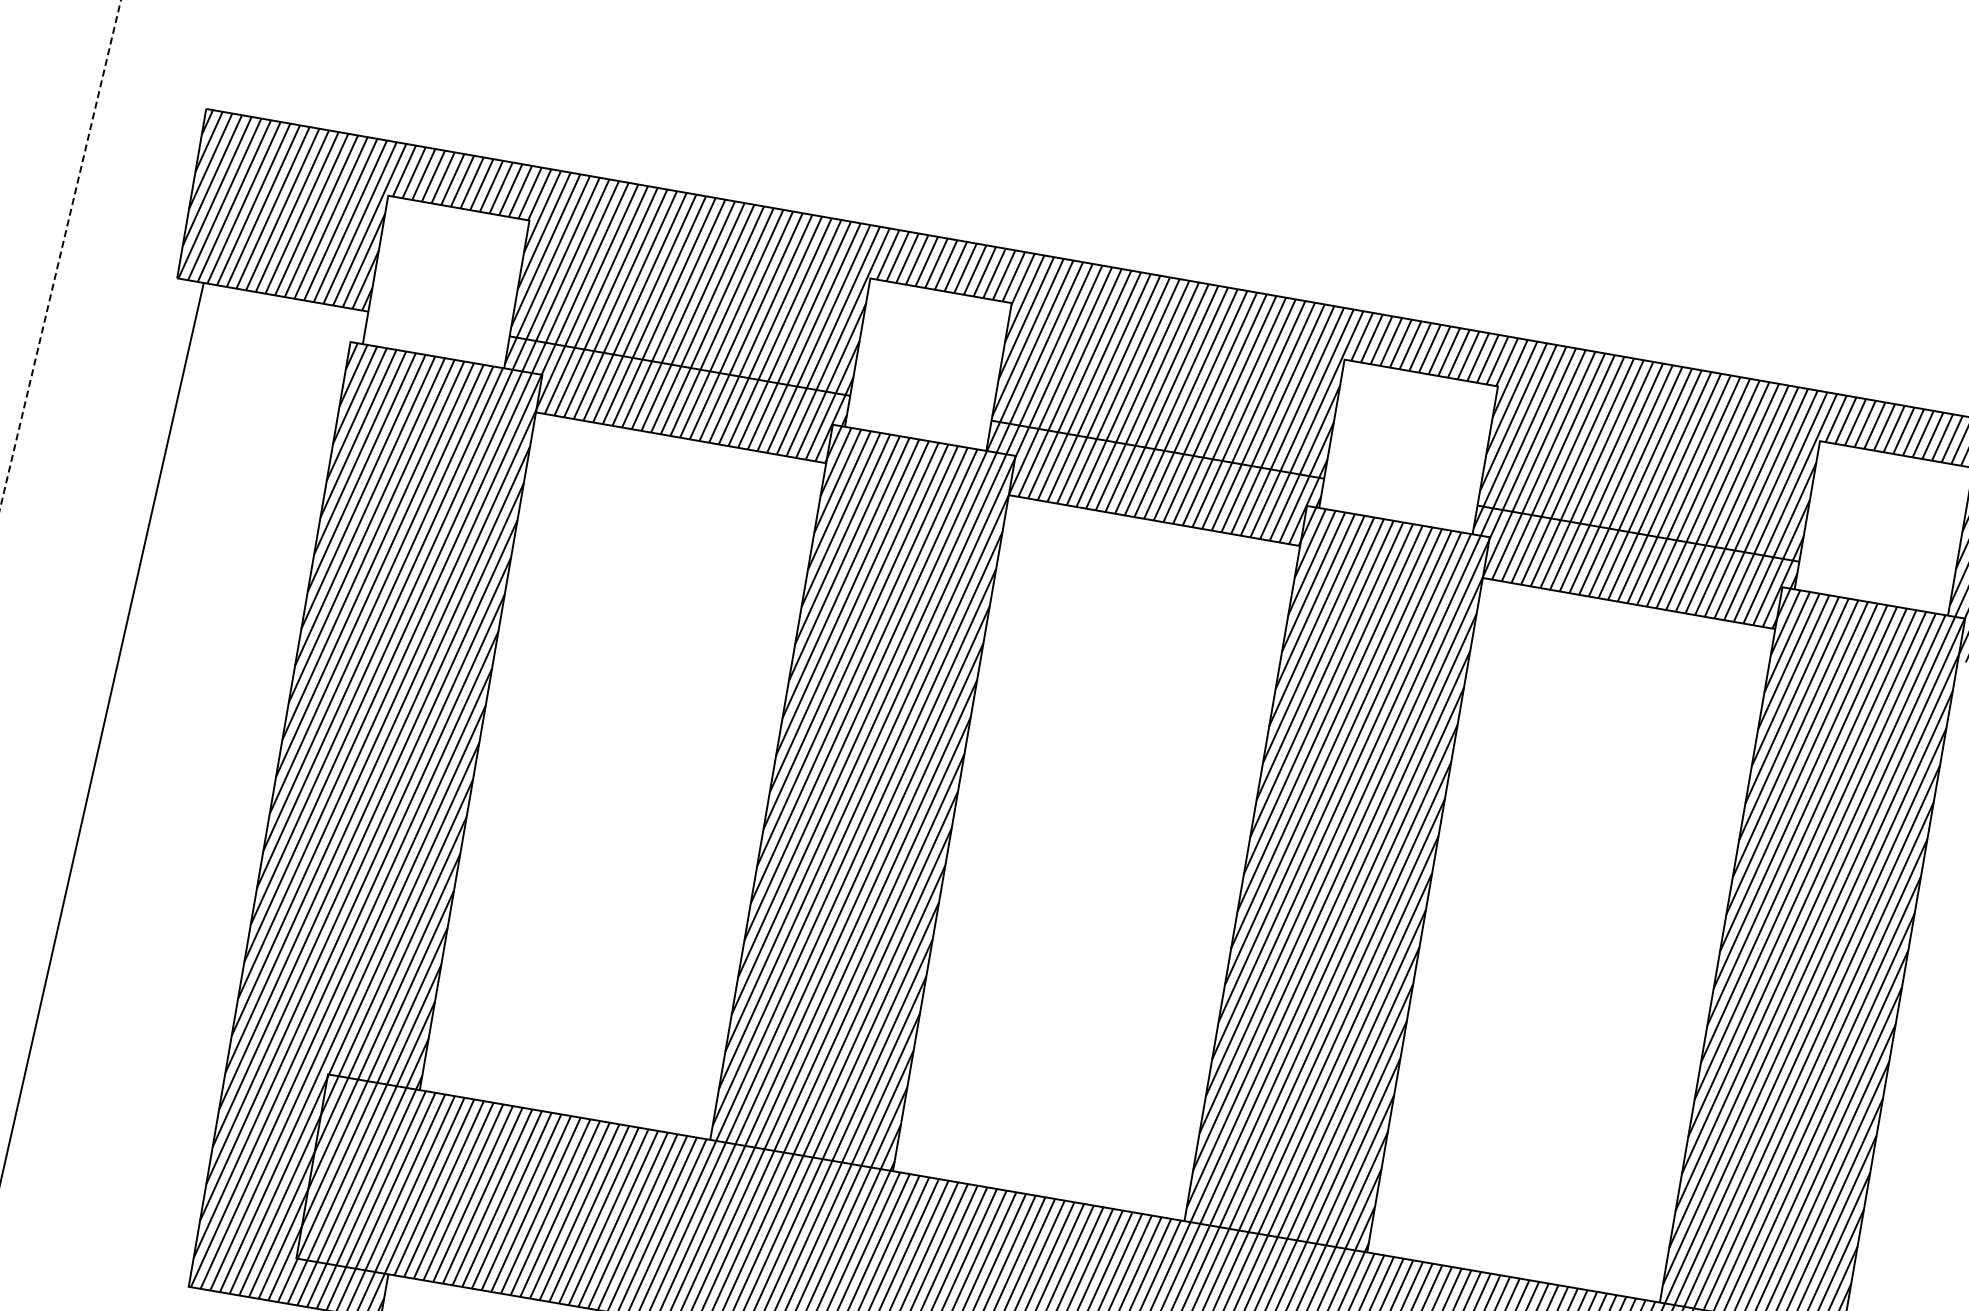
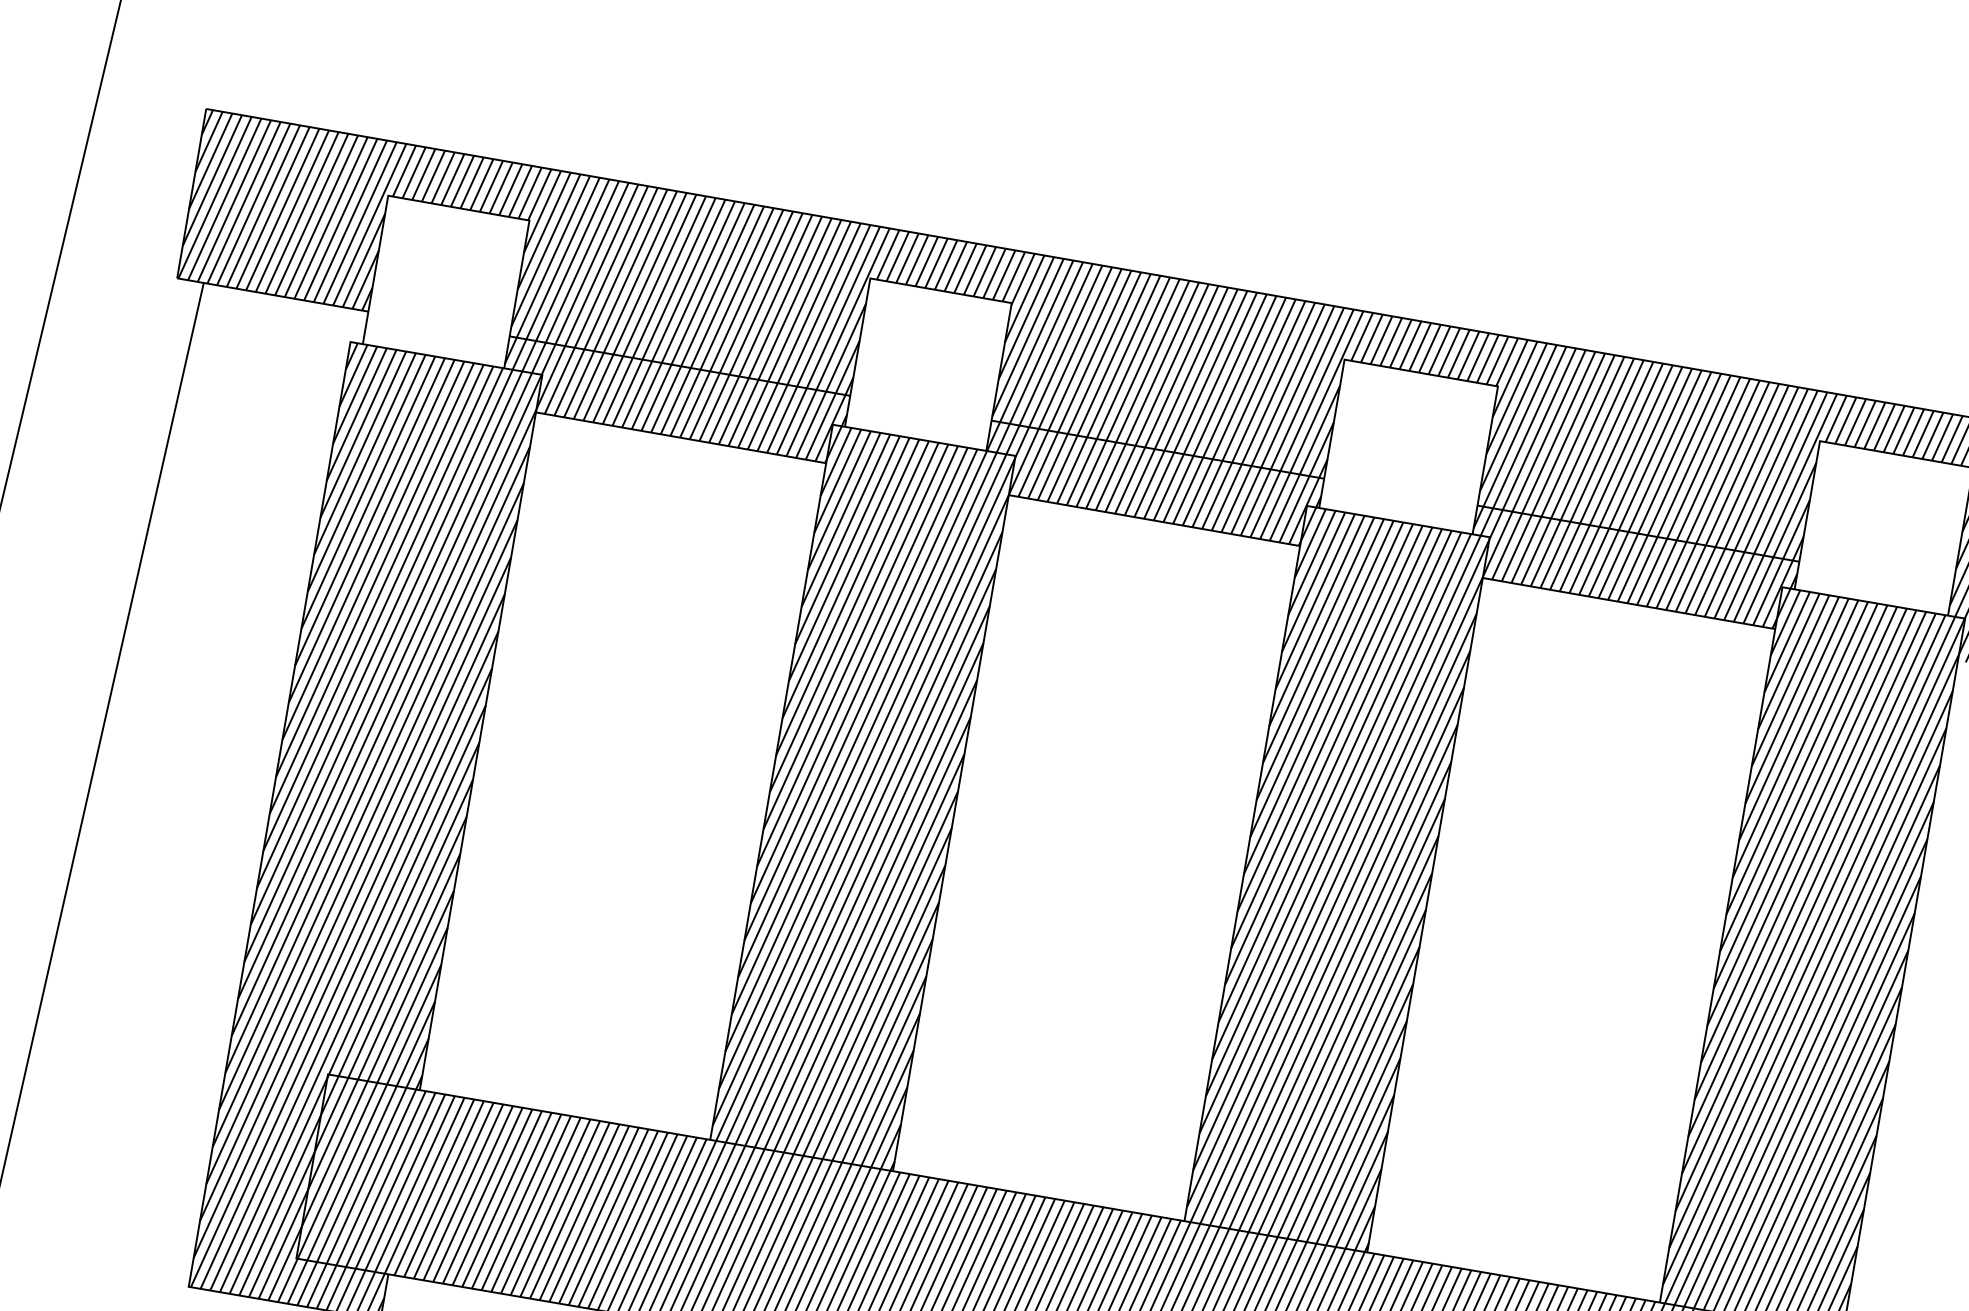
line at (60, 253): dashed -> solid
